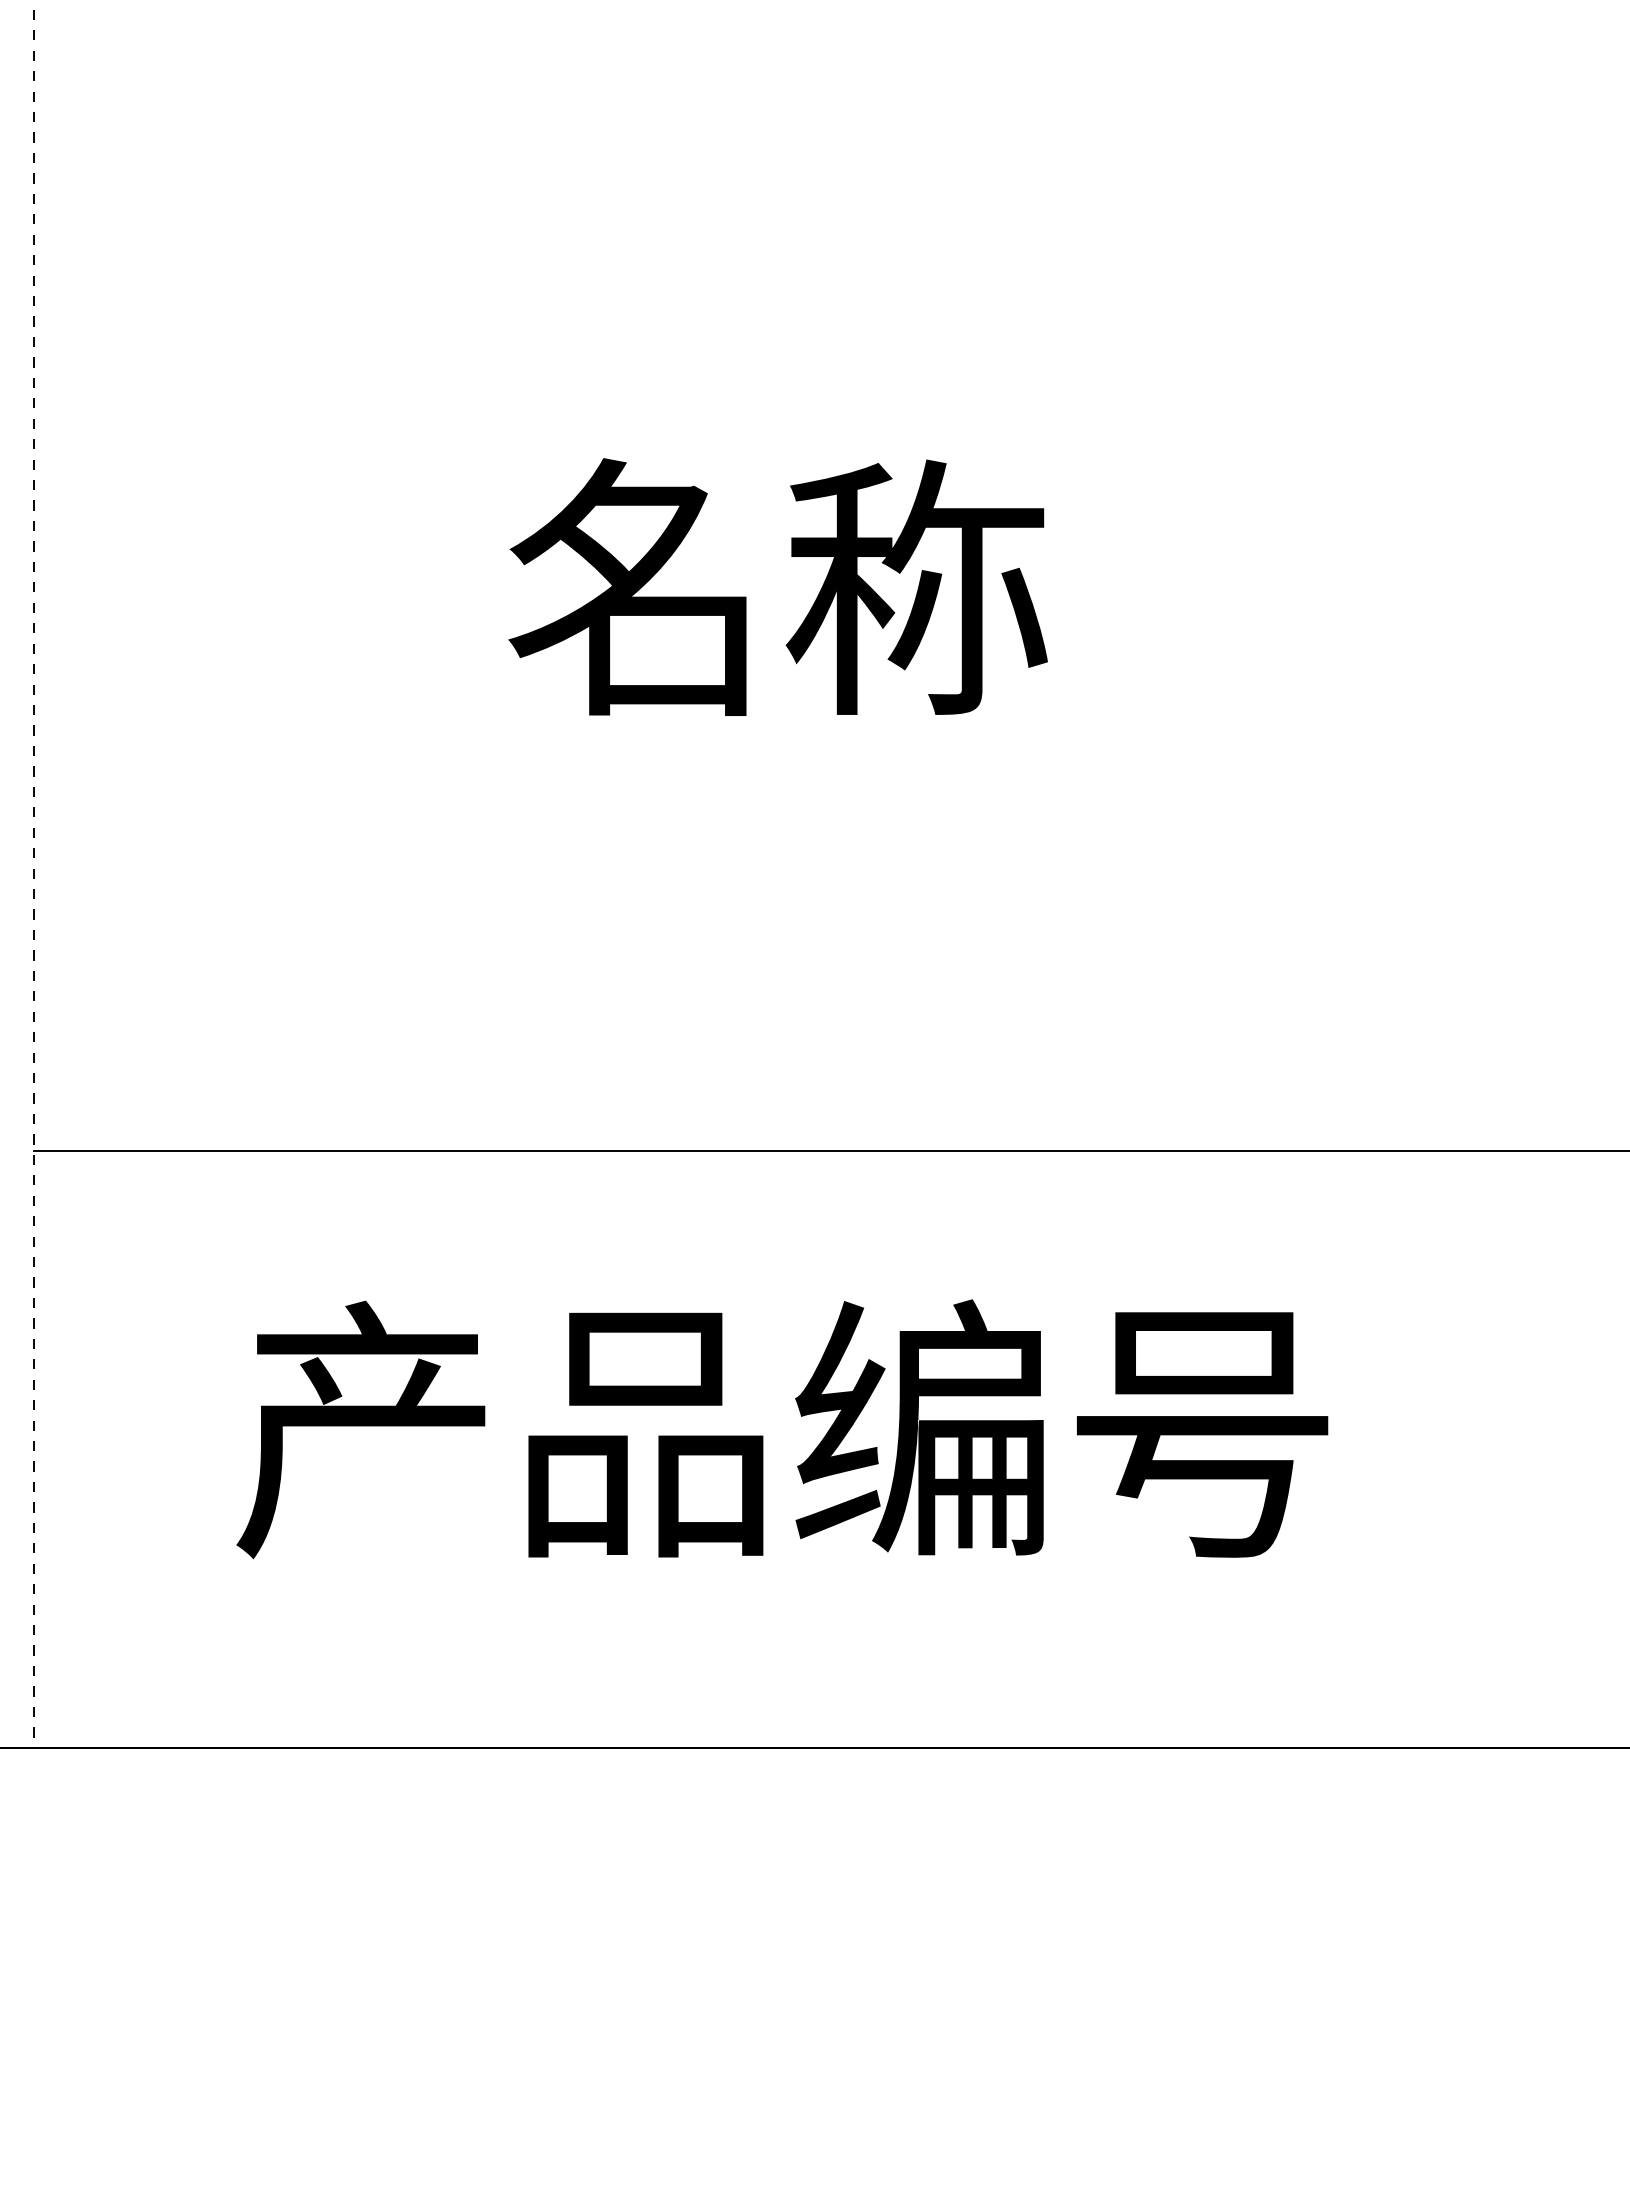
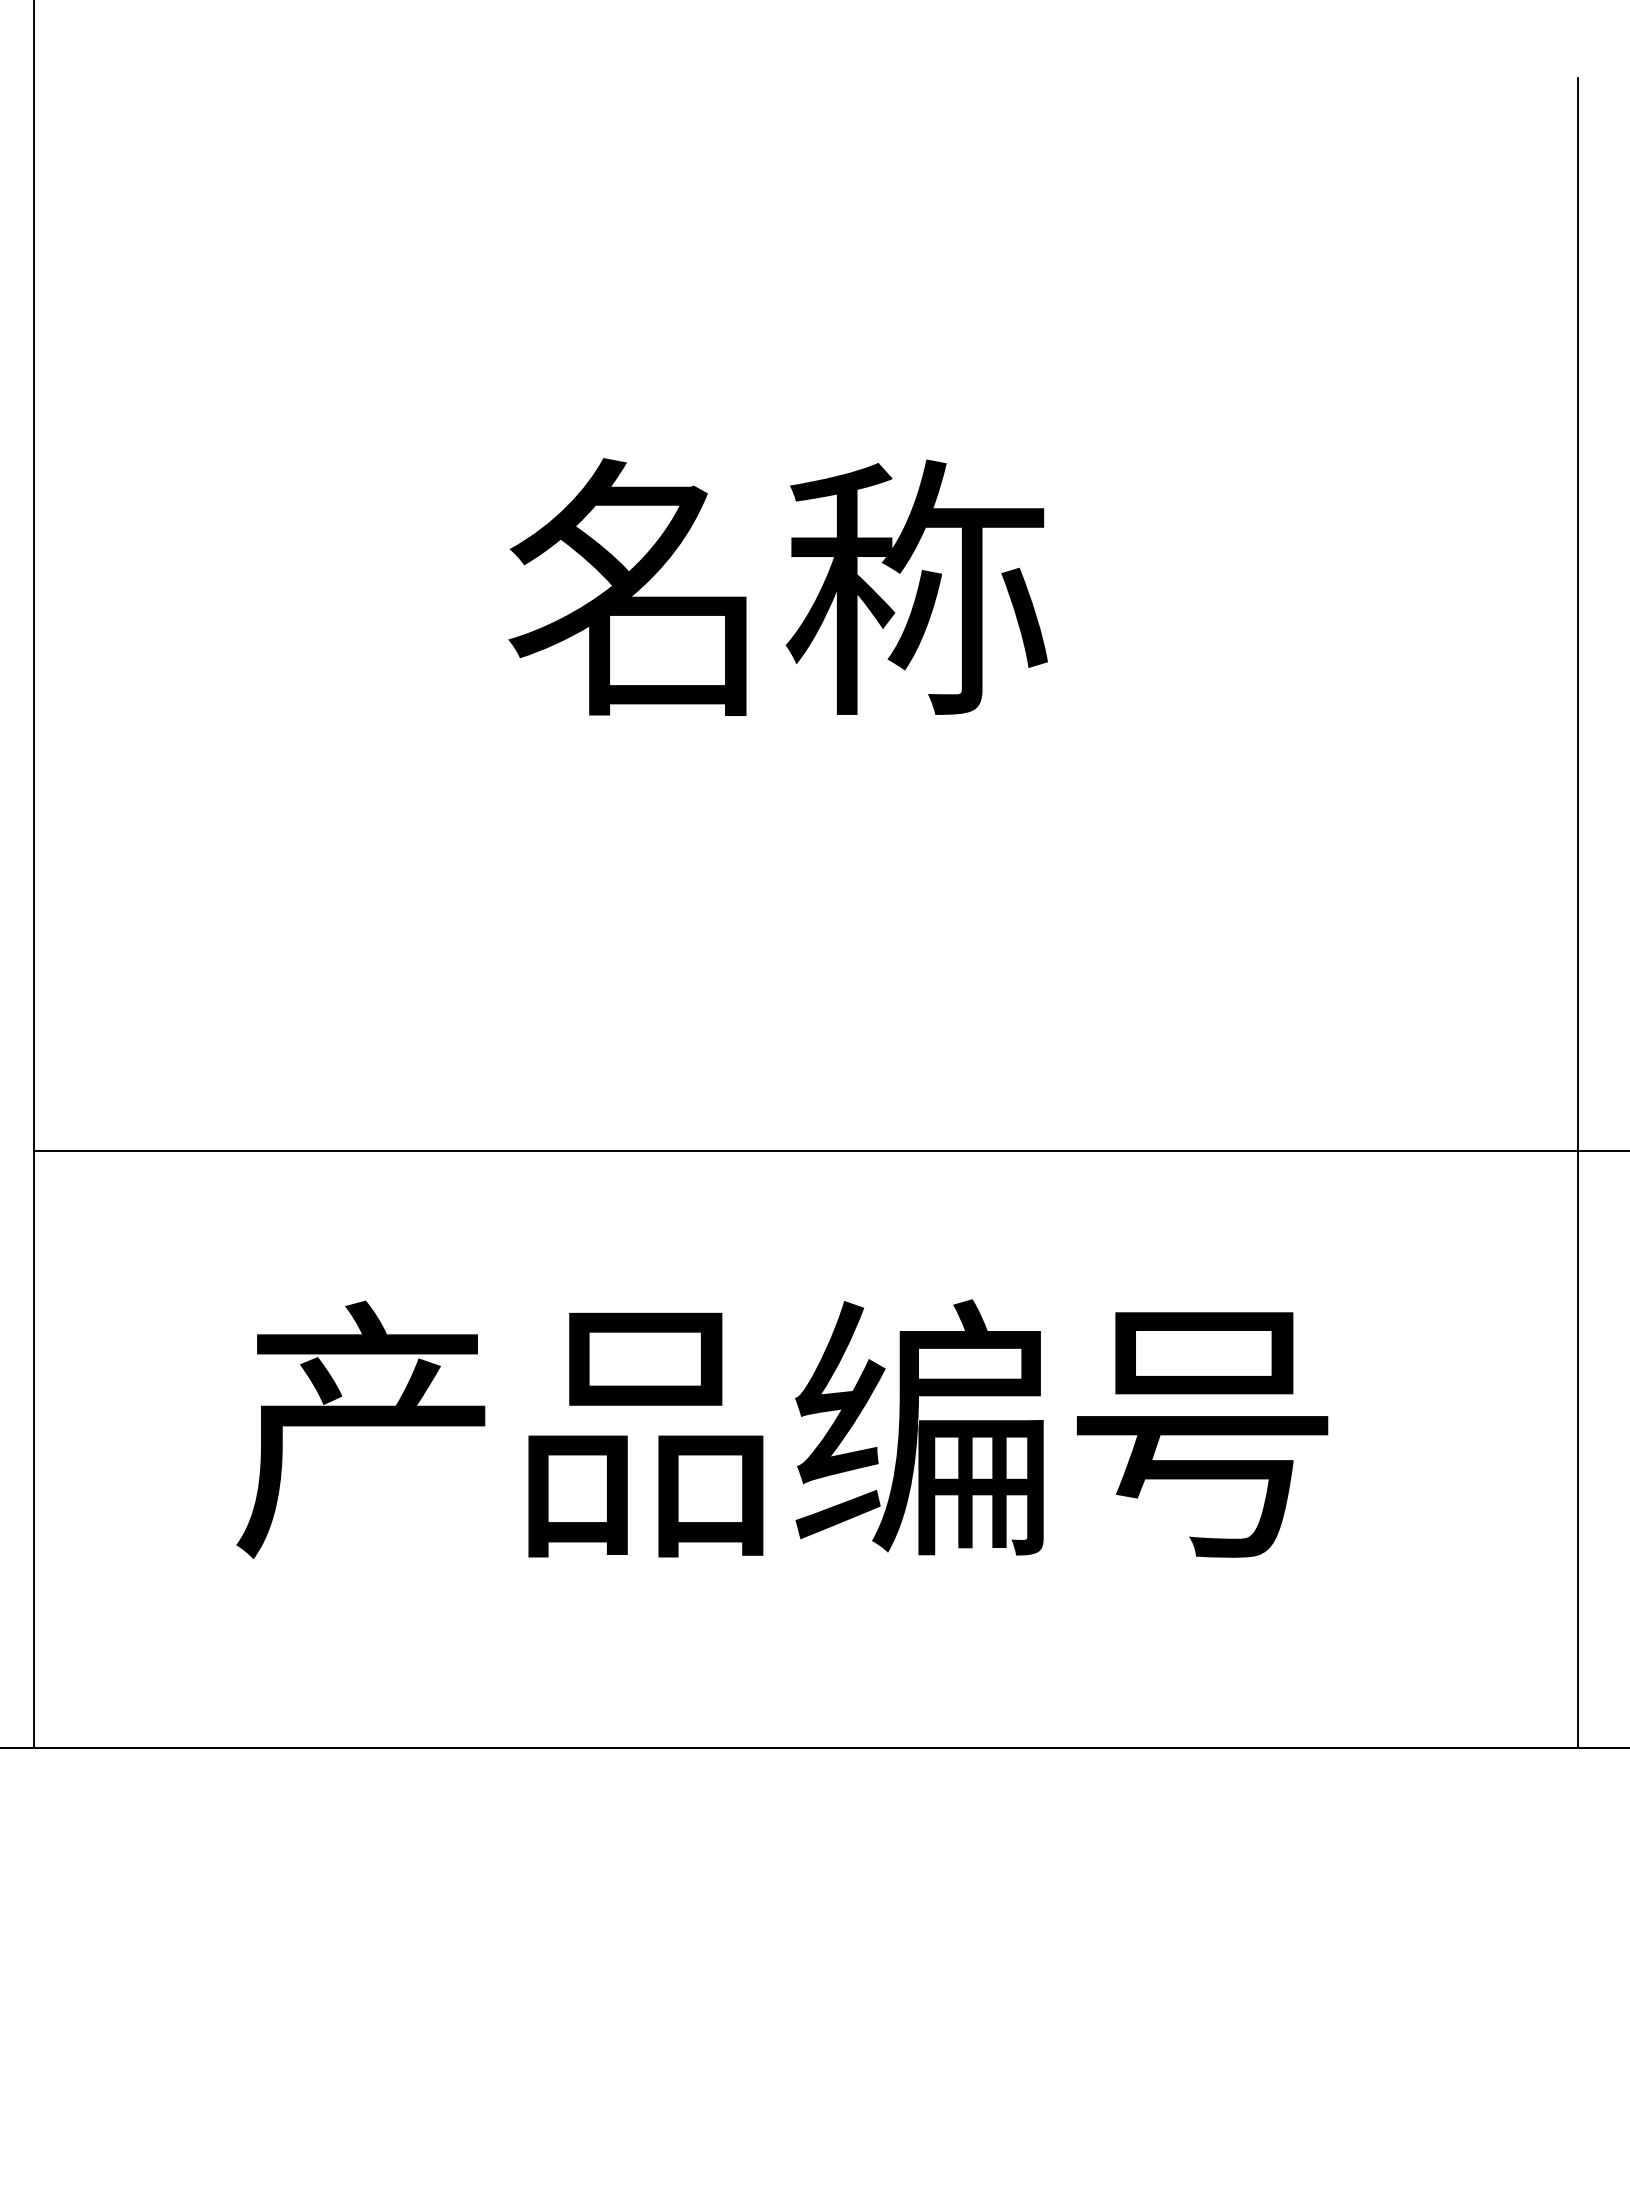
line at (34, 873): dashed -> solid
line at (1578, 912): none -> present
